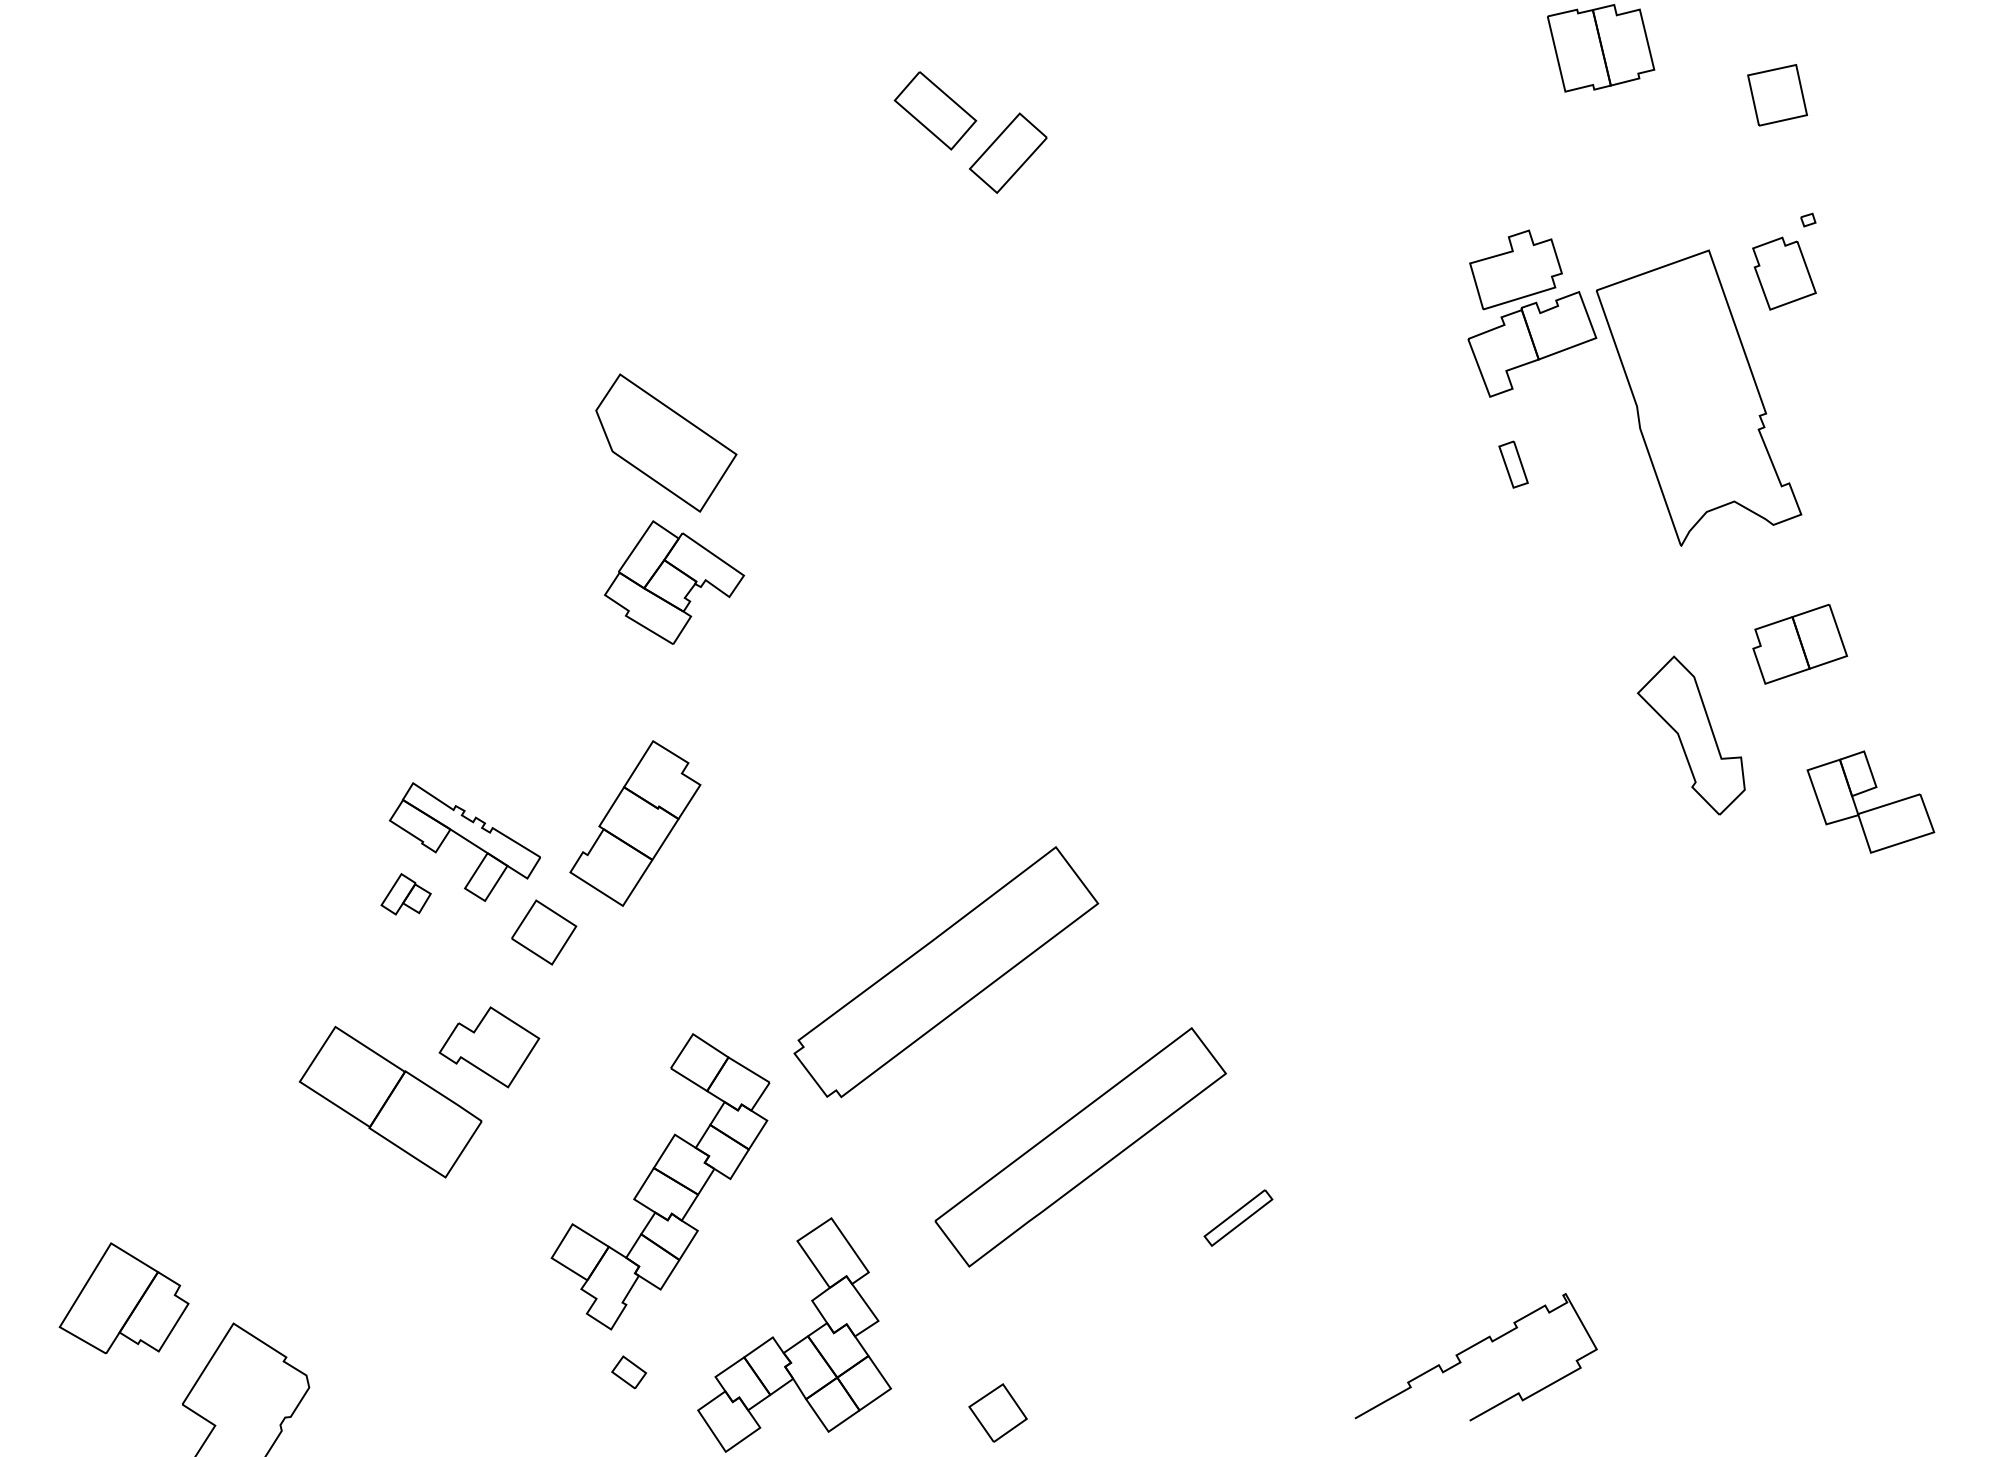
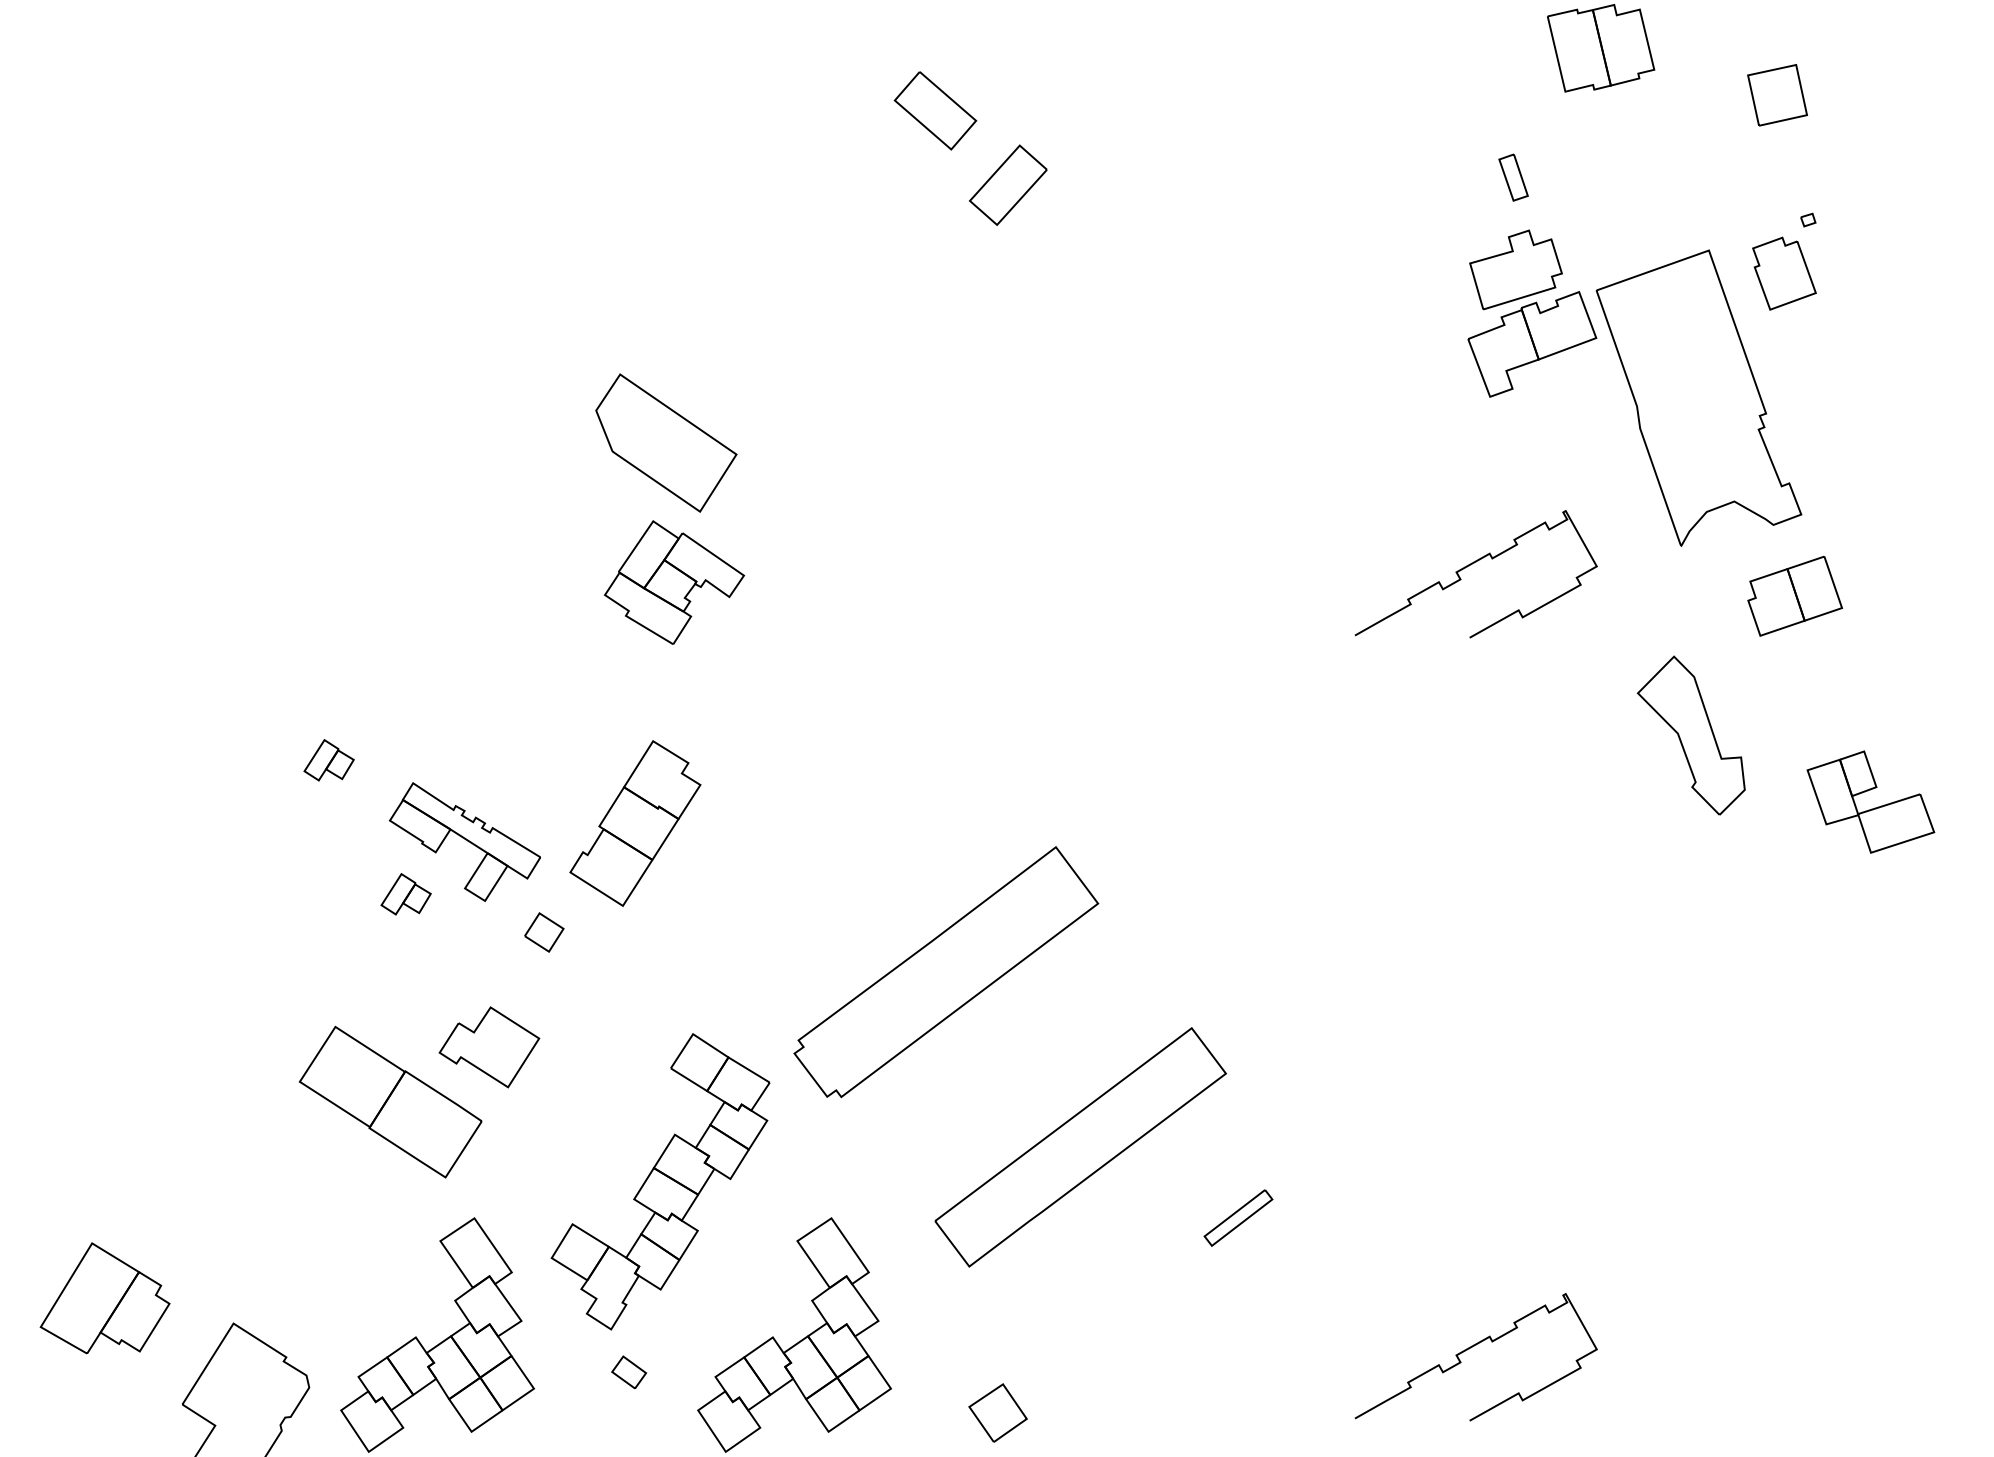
part at (1008, 152) position: (1008, 152) -> (1008, 184)
part at (1513, 464) position: (1513, 464) -> (1513, 177)
curve at (1469, 566): none -> present
part at (1800, 643) position: (1800, 643) -> (1795, 595)
part at (328, 760): none -> present
part at (544, 932) size: 67x67 px -> 41x41 px
part at (123, 1298) position: (123, 1298) -> (104, 1298)
part at (441, 1341): none -> present
